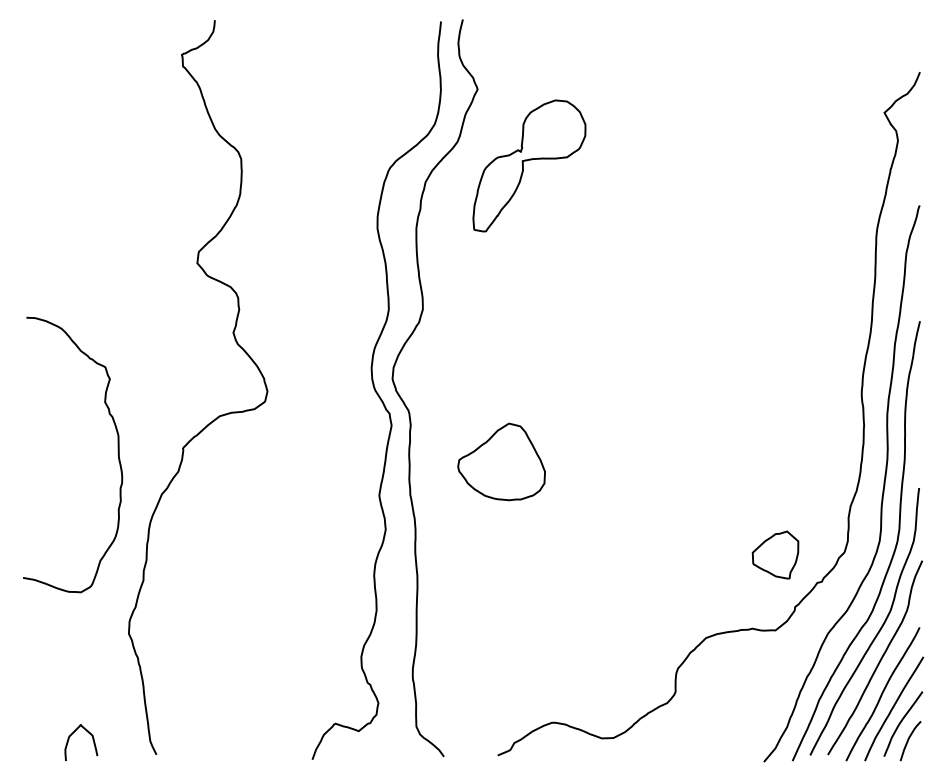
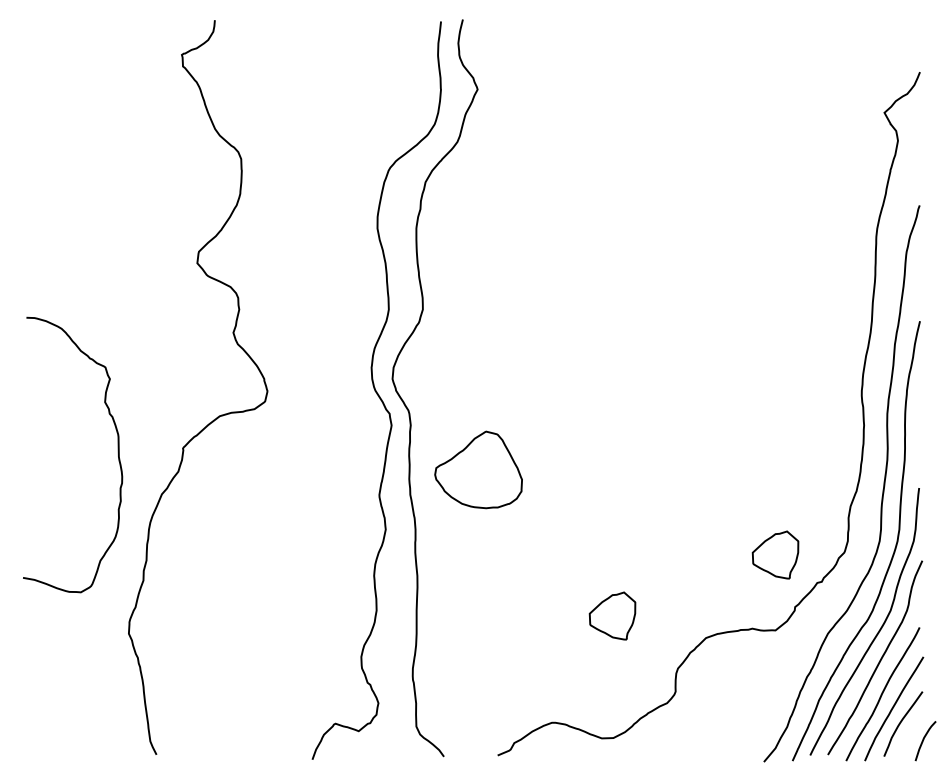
part at (529, 165): present -> none
part at (501, 461) position: (501, 461) -> (478, 469)
part at (612, 615): none -> present
curve at (92, 740): present -> none
curve at (908, 741) position: (908, 741) -> (923, 741)
